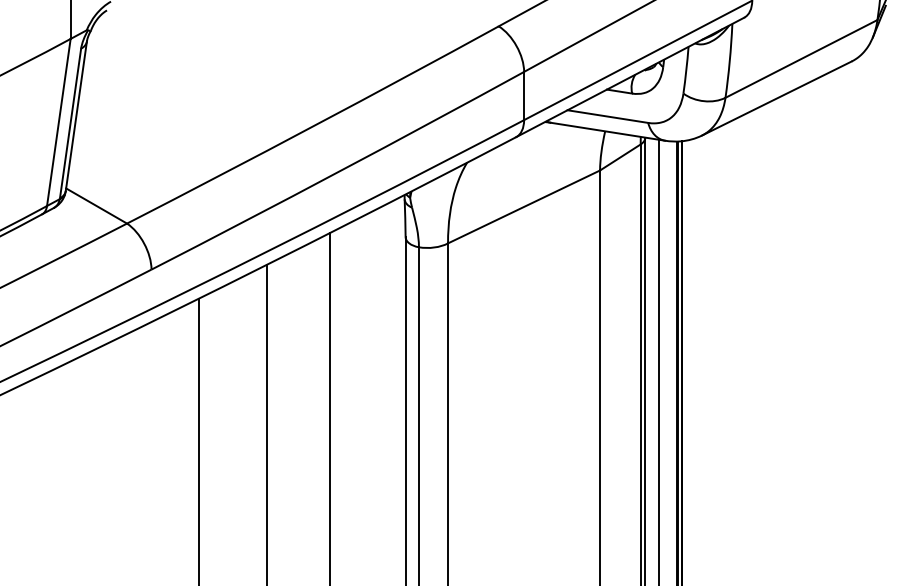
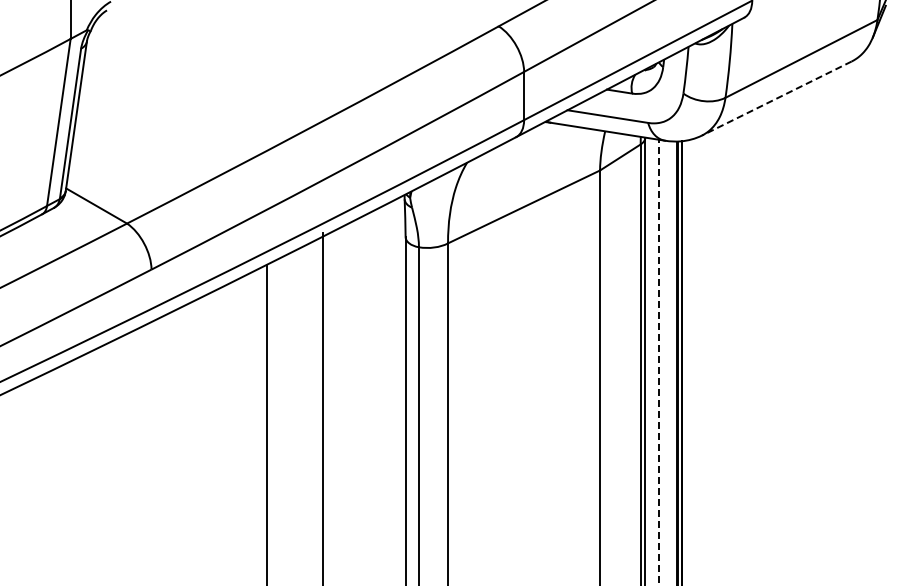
line at (776, 98): solid -> dashed
line at (658, 362): solid -> dashed
line at (330, 407) position: (330, 407) -> (323, 407)
line at (199, 440): present -> none
